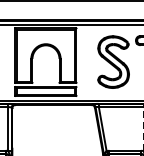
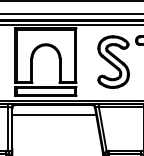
line at (71, 14): none -> present
line at (54, 114): none -> present
line at (143, 128): dashed -> solid
